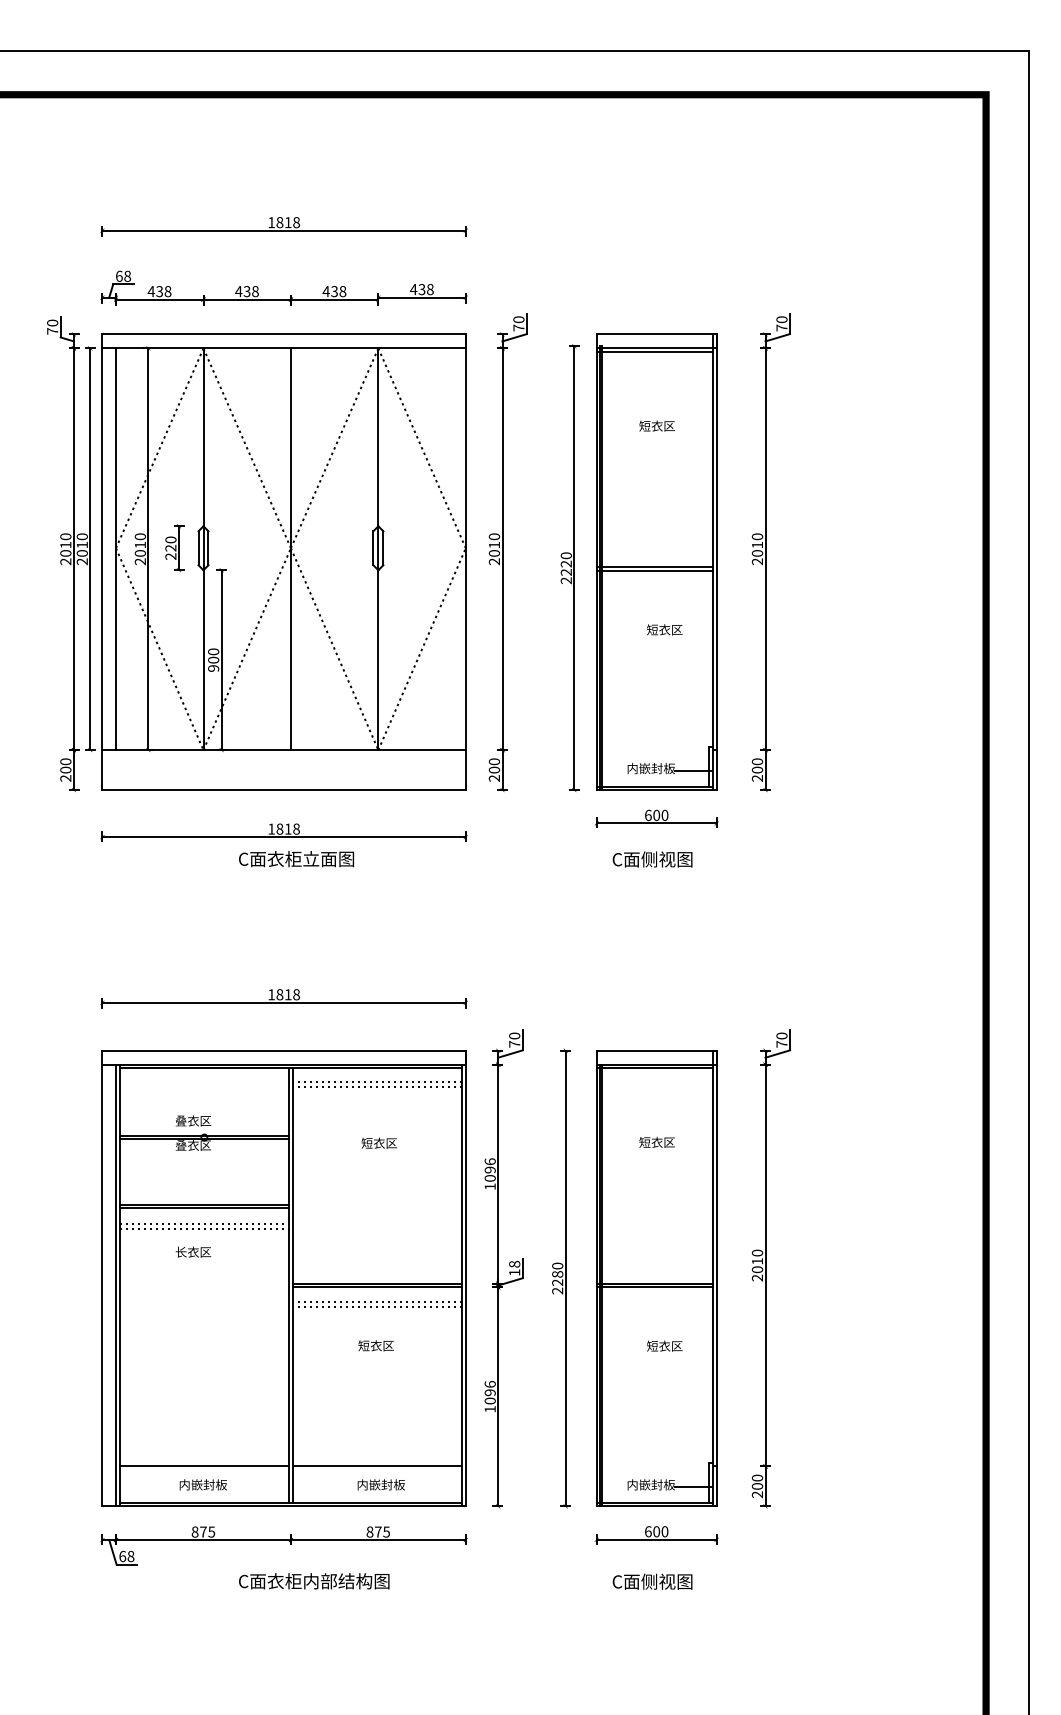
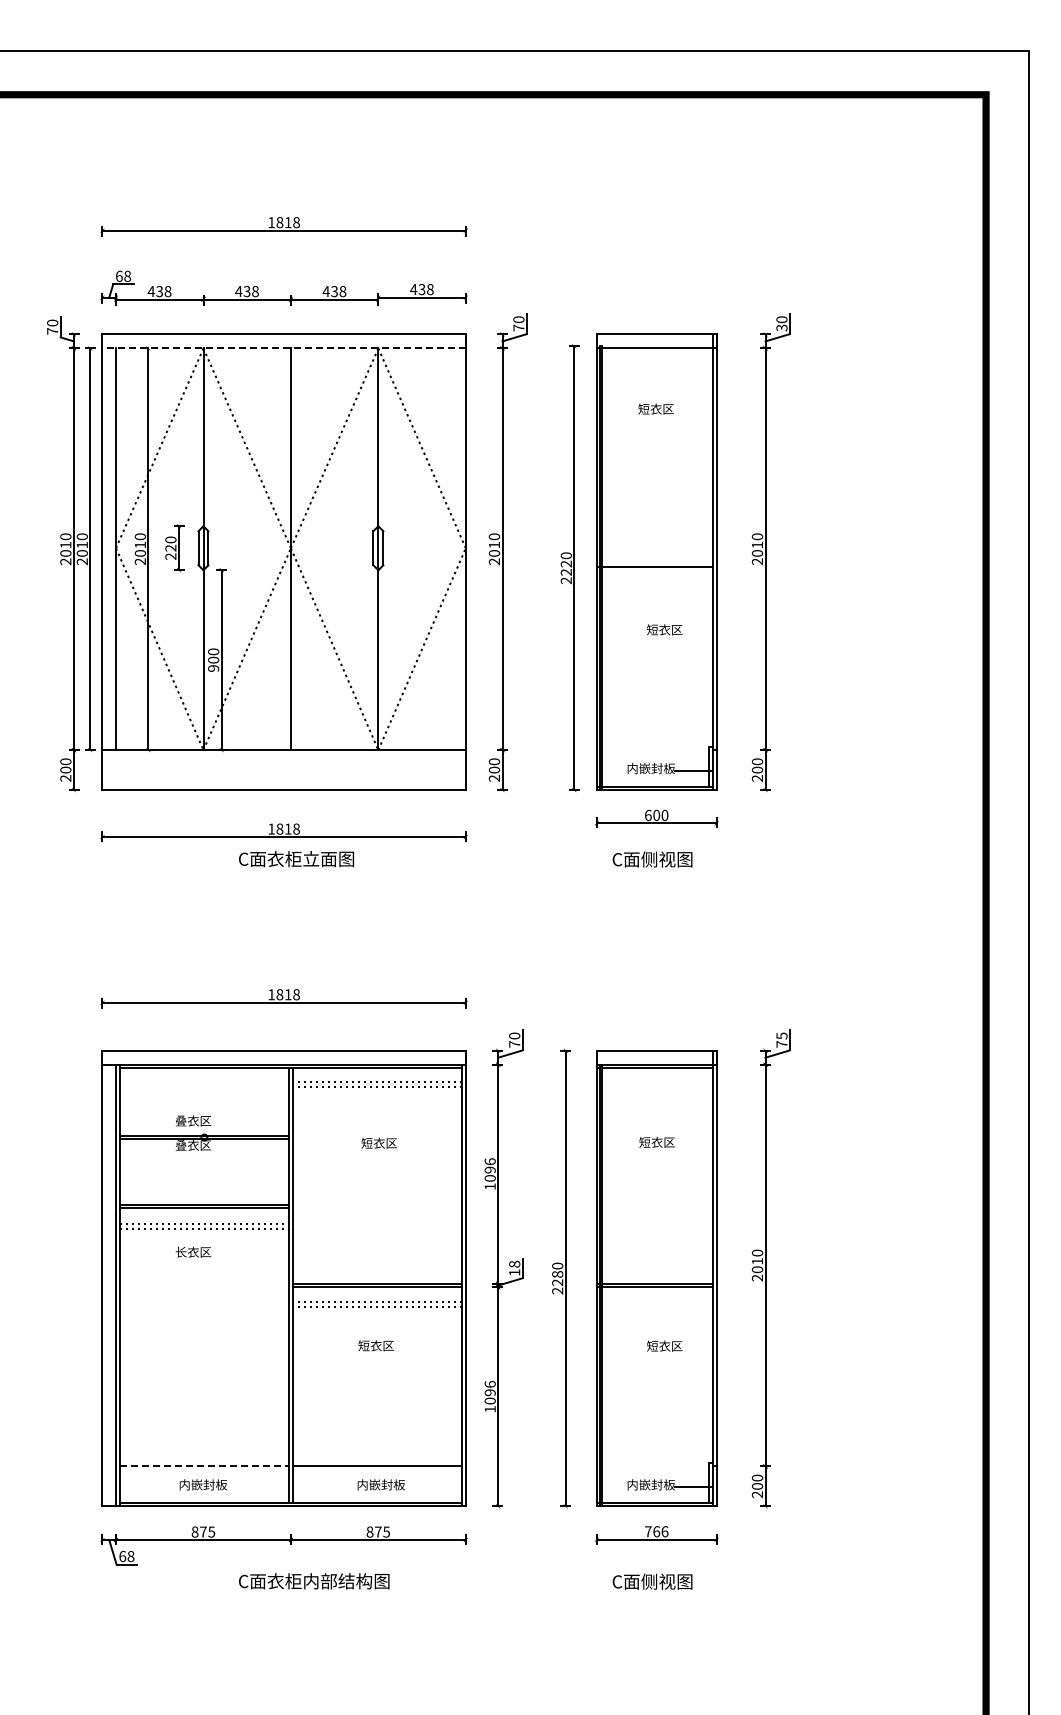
text at (781, 327): 70 -> 30
line at (284, 348): solid -> dashed
line at (654, 352): present -> none
text at (656, 425) position: (656, 425) -> (655, 408)
line at (654, 571): present -> none
text at (781, 1035): 70 -> 75
line at (204, 1466): solid -> dashed
text at (656, 1531): 600 -> 766
